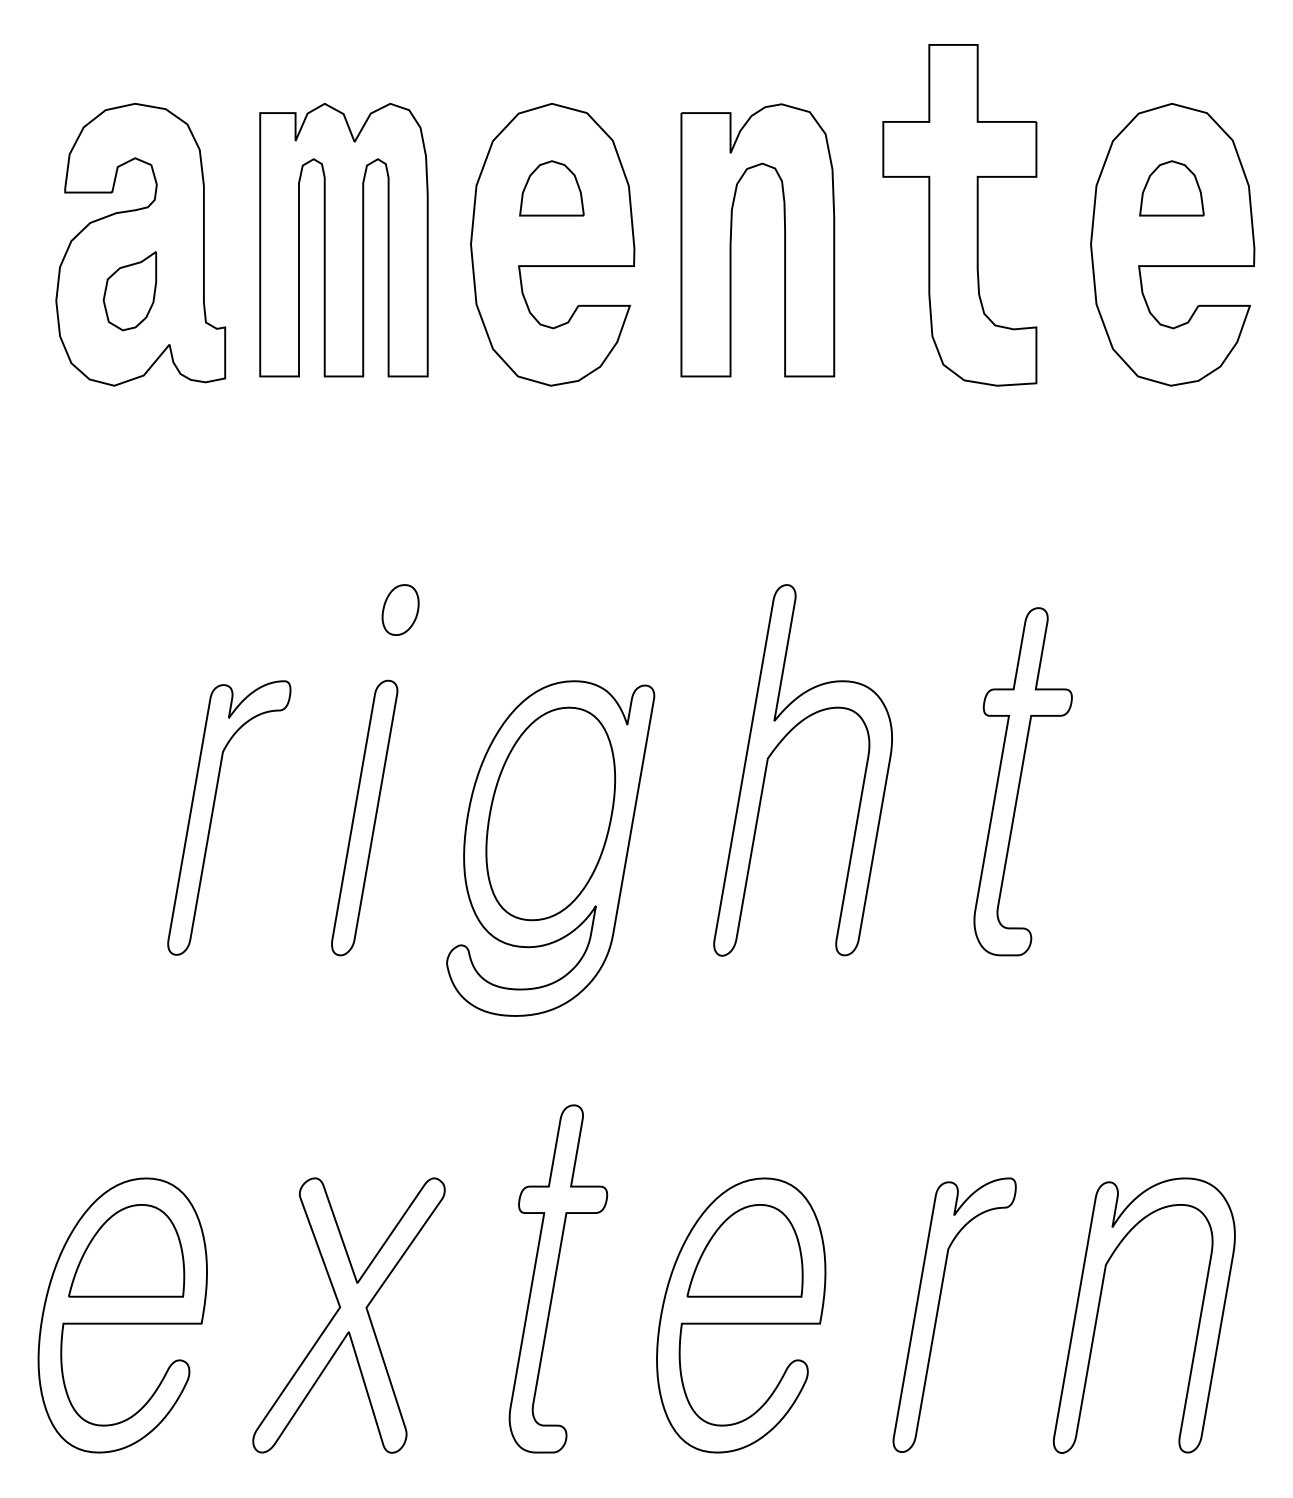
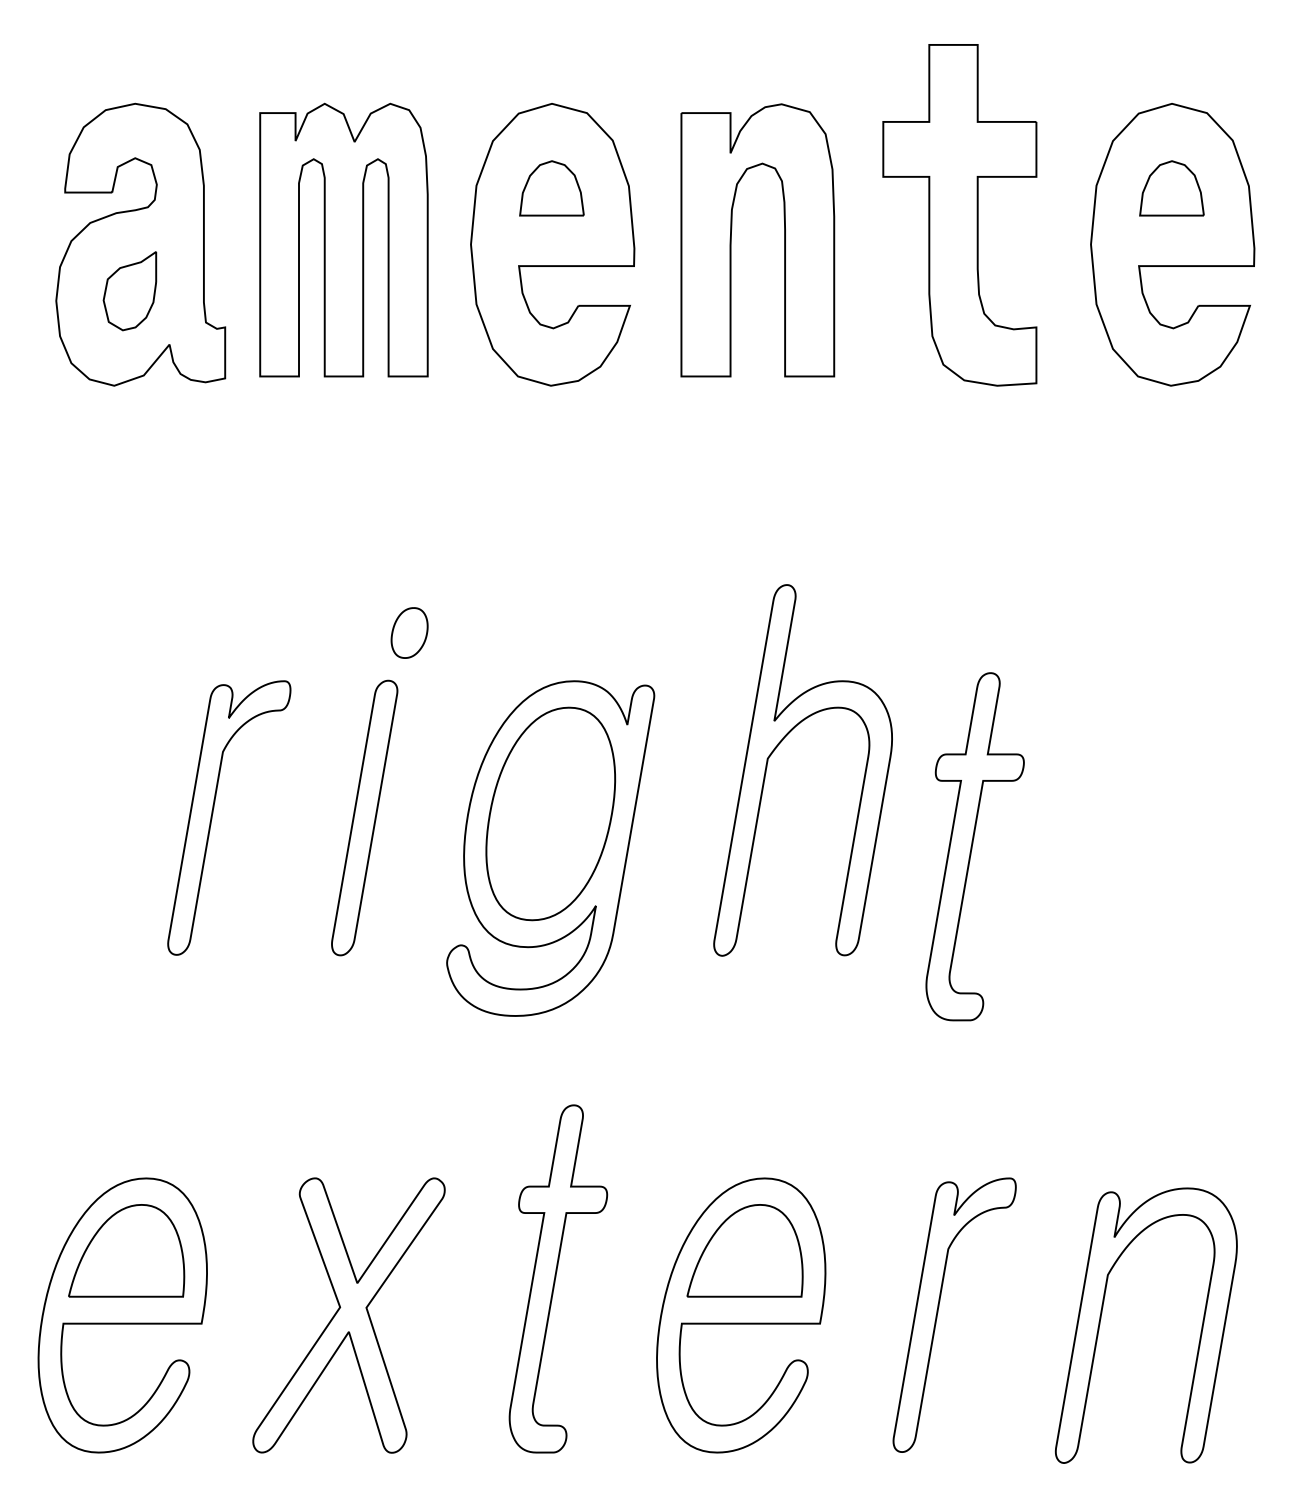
part at (400, 609) position: (400, 609) -> (409, 632)
part at (1022, 781) position: (1022, 781) -> (974, 846)
part at (1099, 1309) position: (1099, 1309) -> (1101, 1319)
